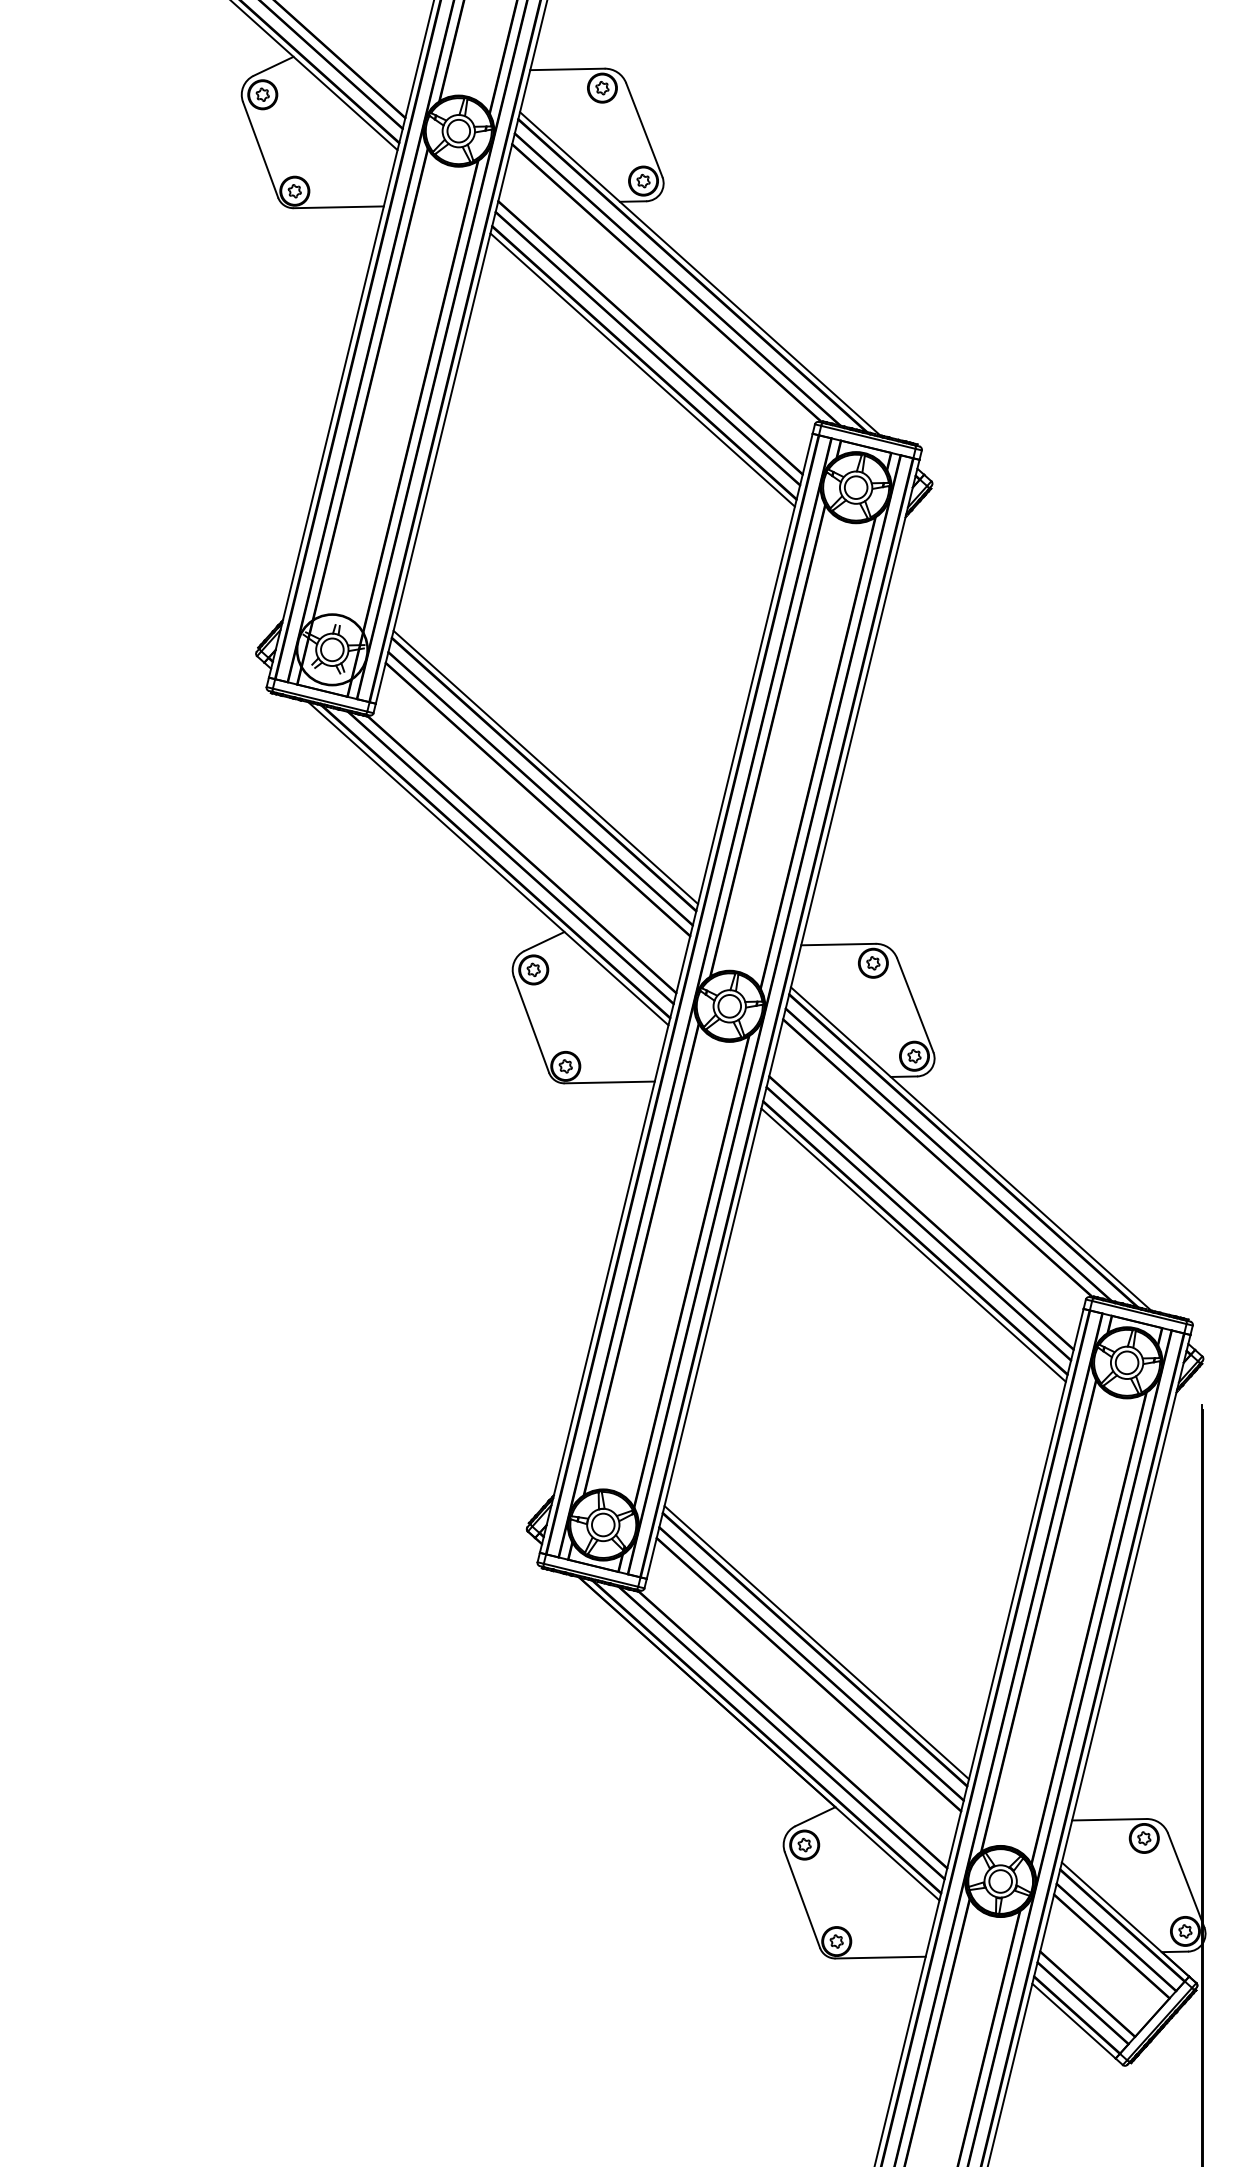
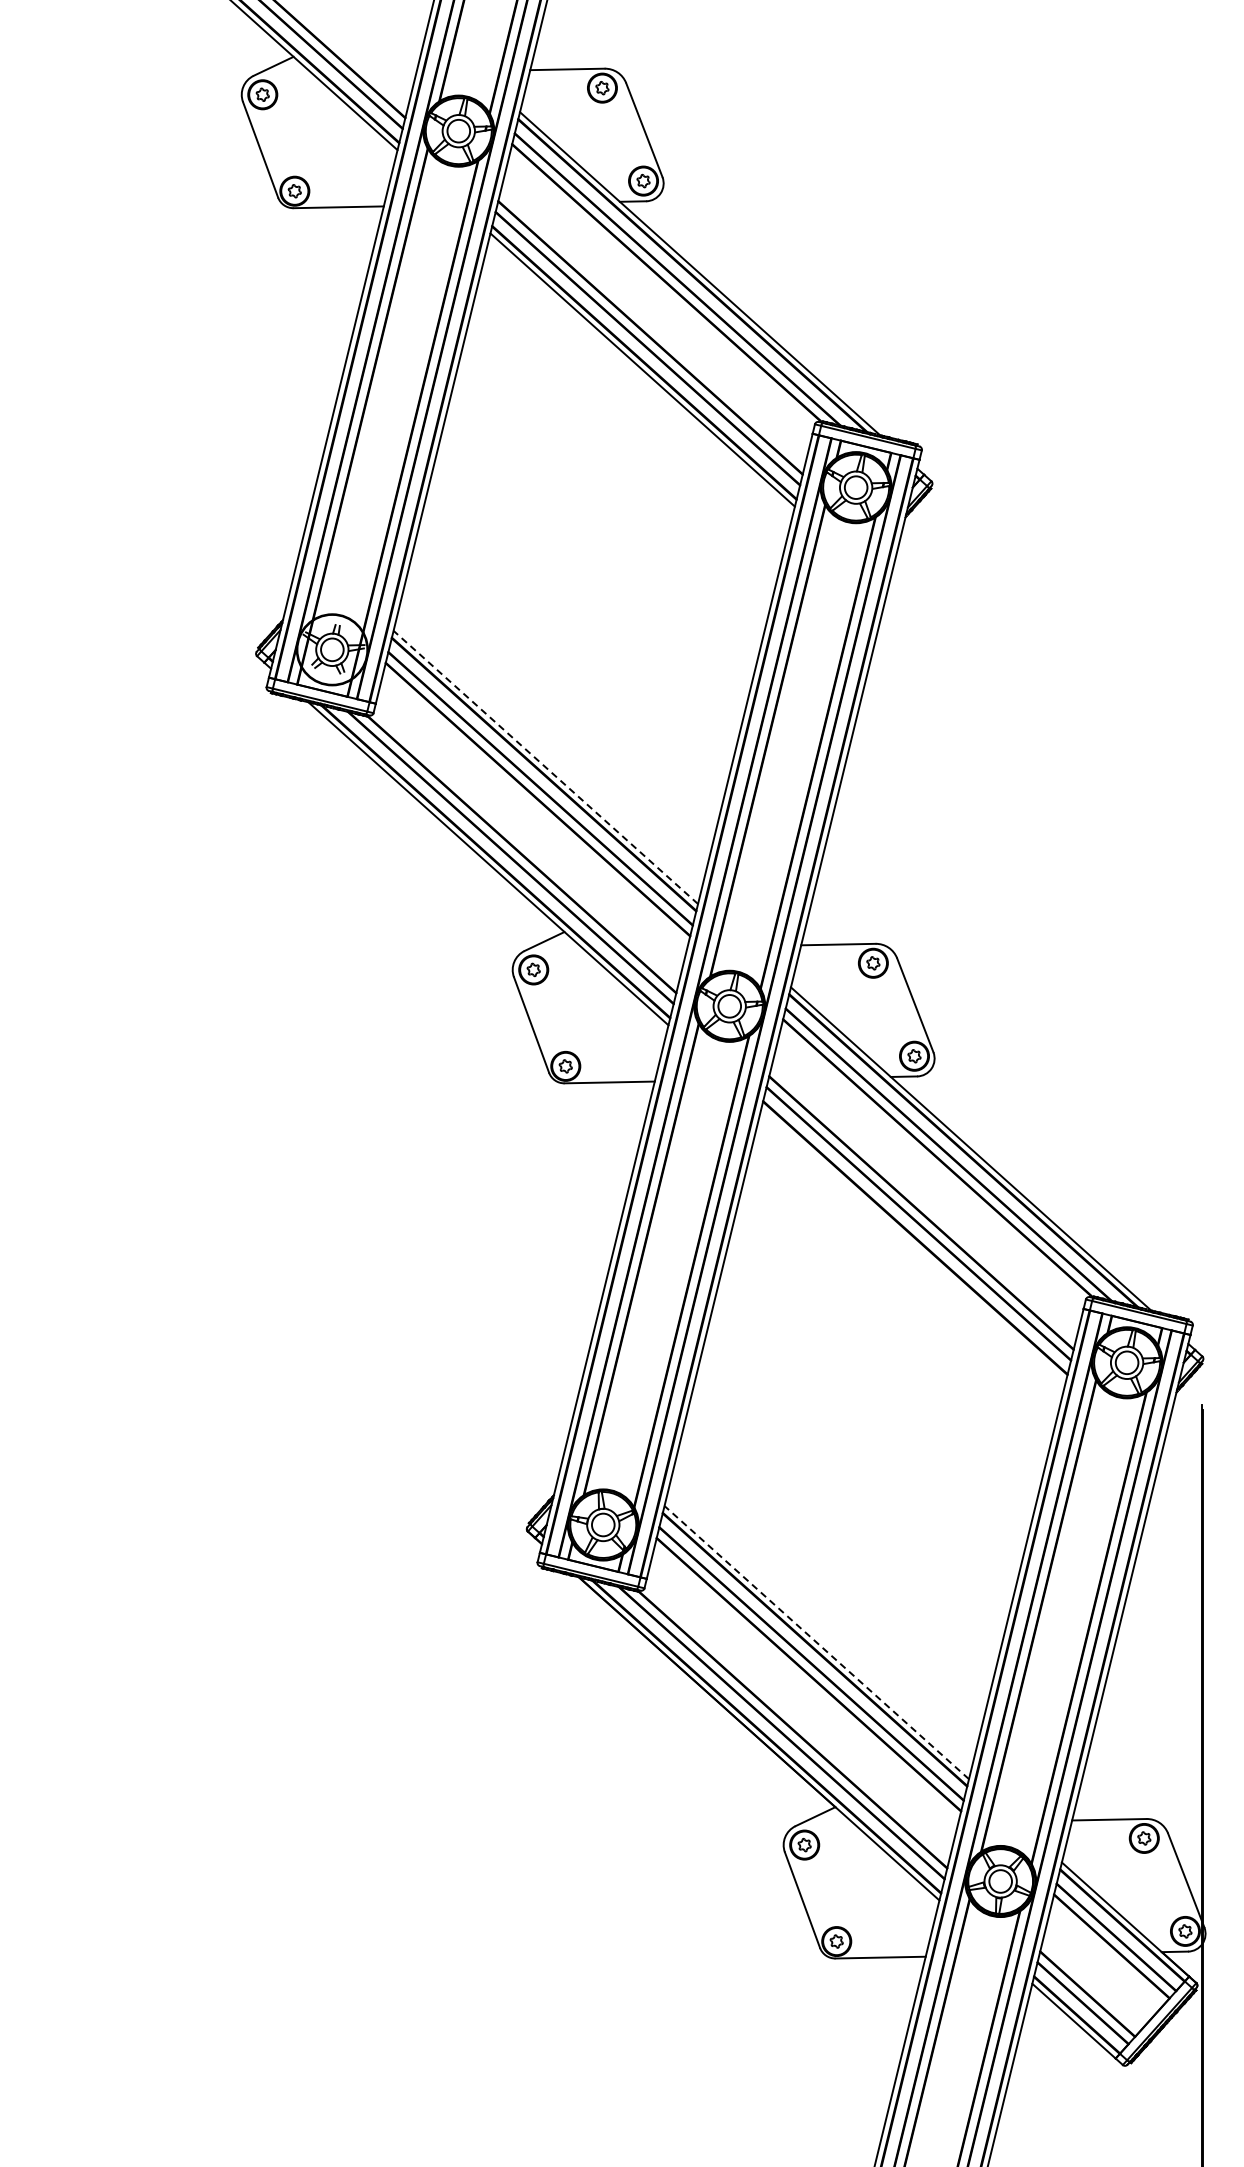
line at (545, 767): solid -> dashed
line at (913, 1244): present -> none
line at (816, 1642): solid -> dashed
